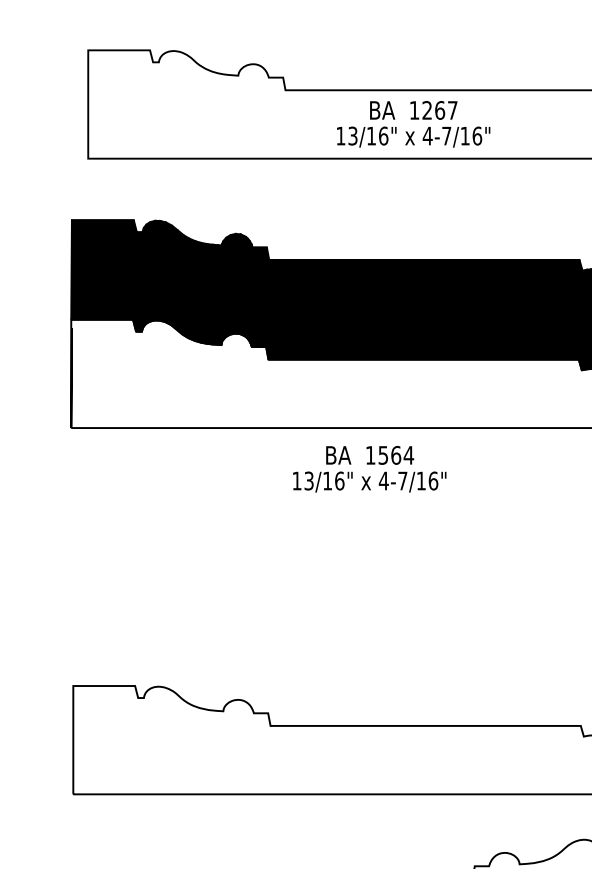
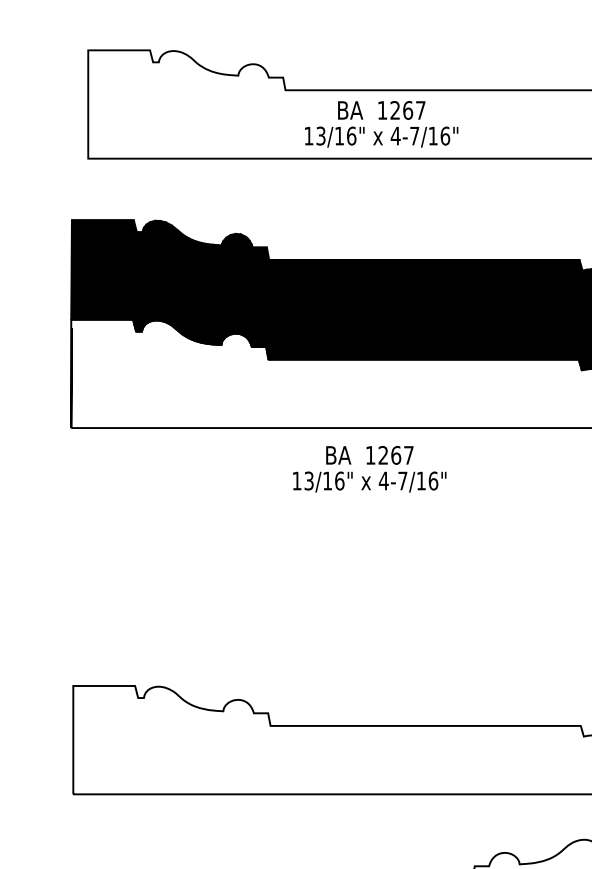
text at (413, 124) position: (413, 124) -> (381, 124)
text at (396, 454): 1564 -> 1267
